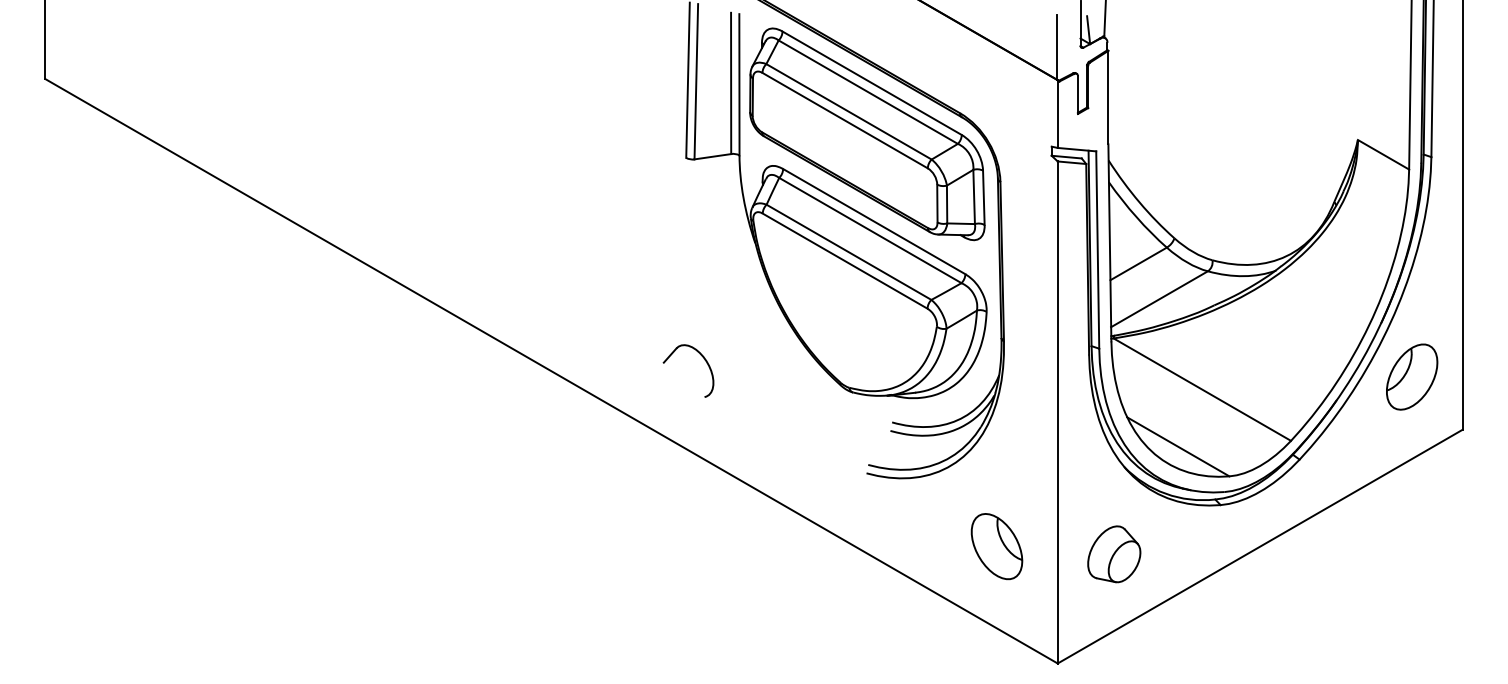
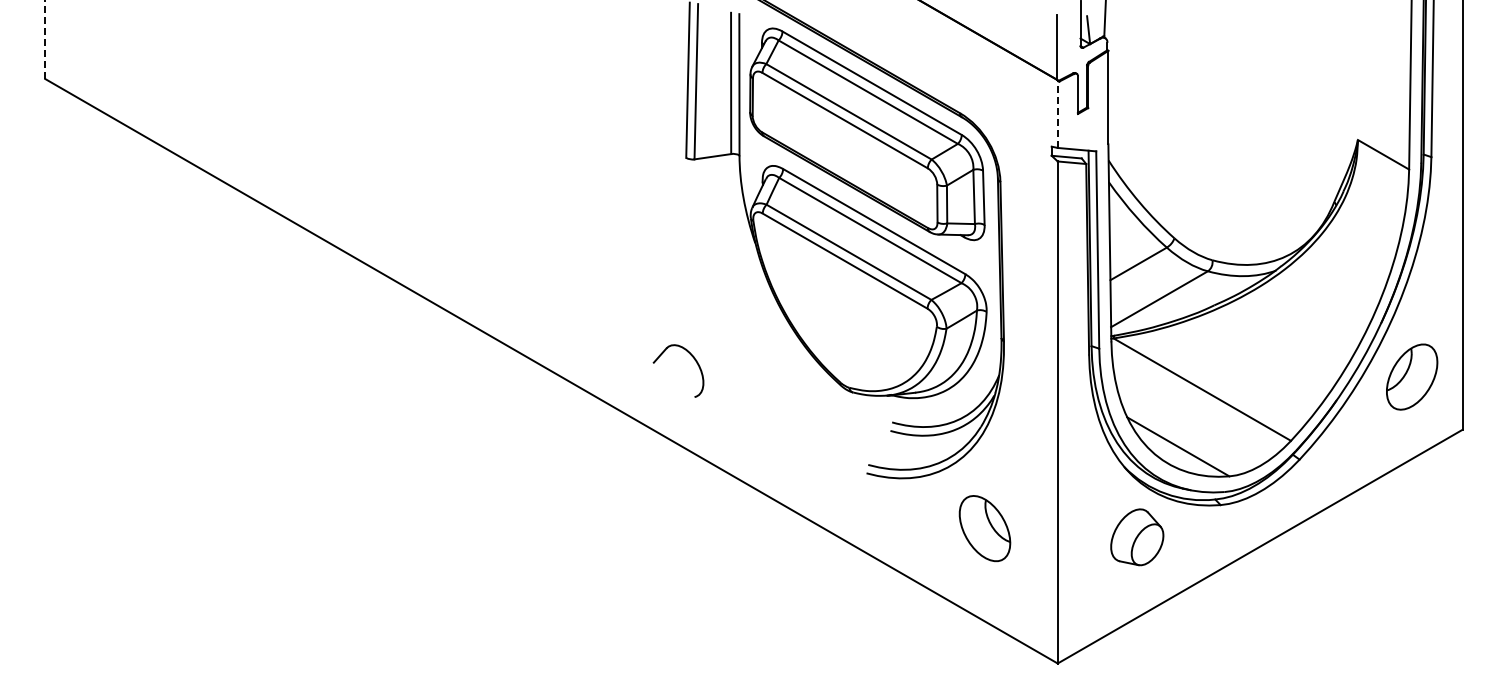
line at (45, 39): solid -> dashed
line at (1057, 114): solid -> dashed
part at (704, 360) position: (704, 360) -> (694, 360)
part at (996, 546) position: (996, 546) -> (984, 528)
part at (1114, 554) position: (1114, 554) -> (1137, 537)
